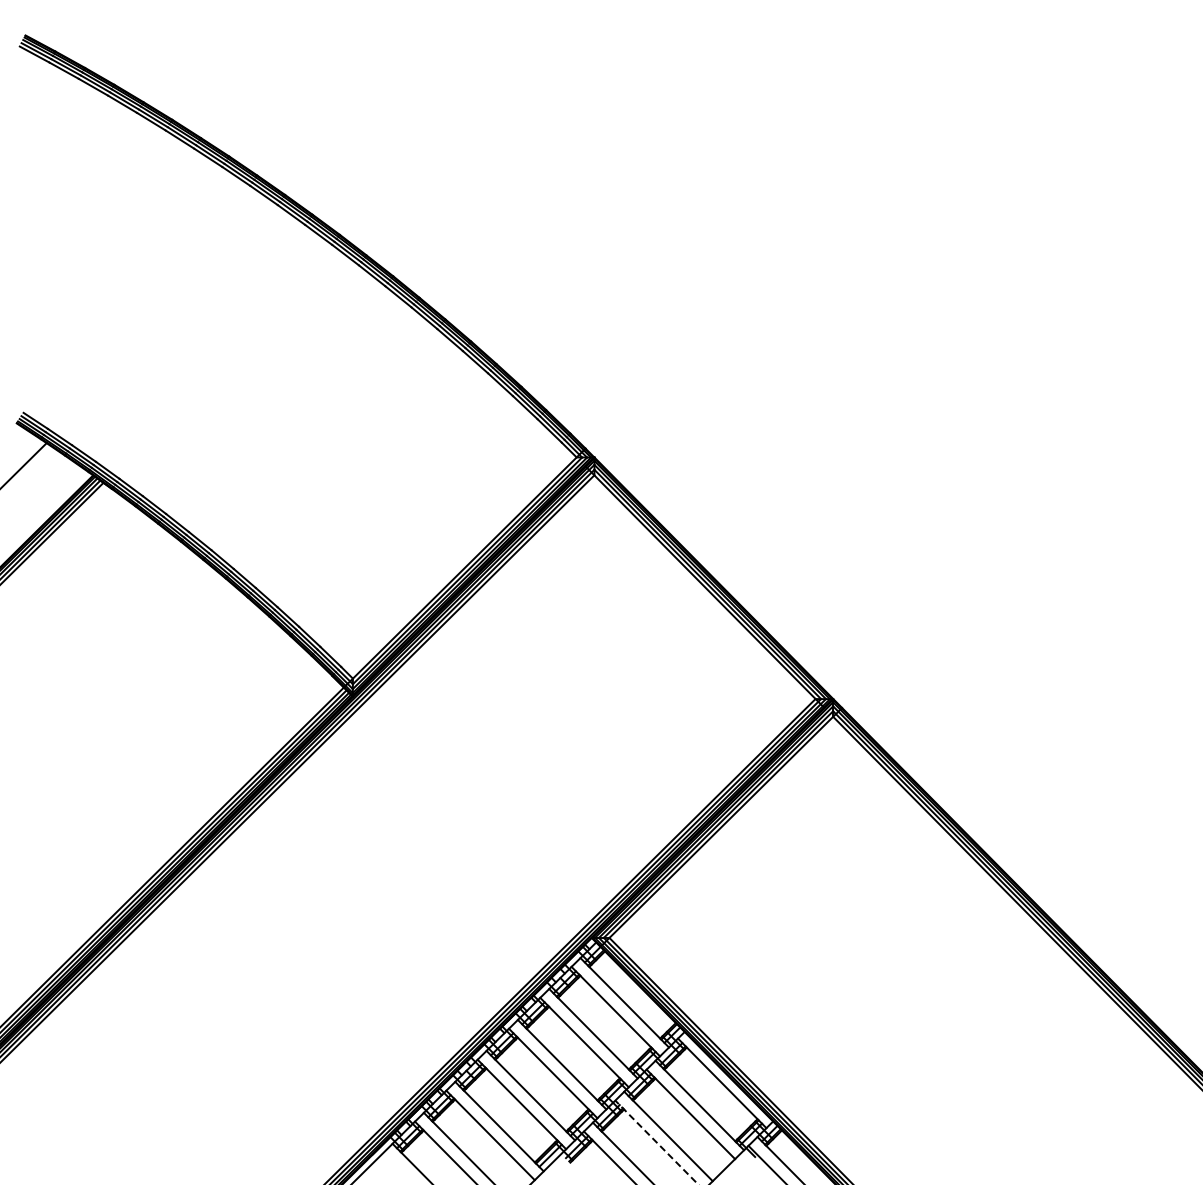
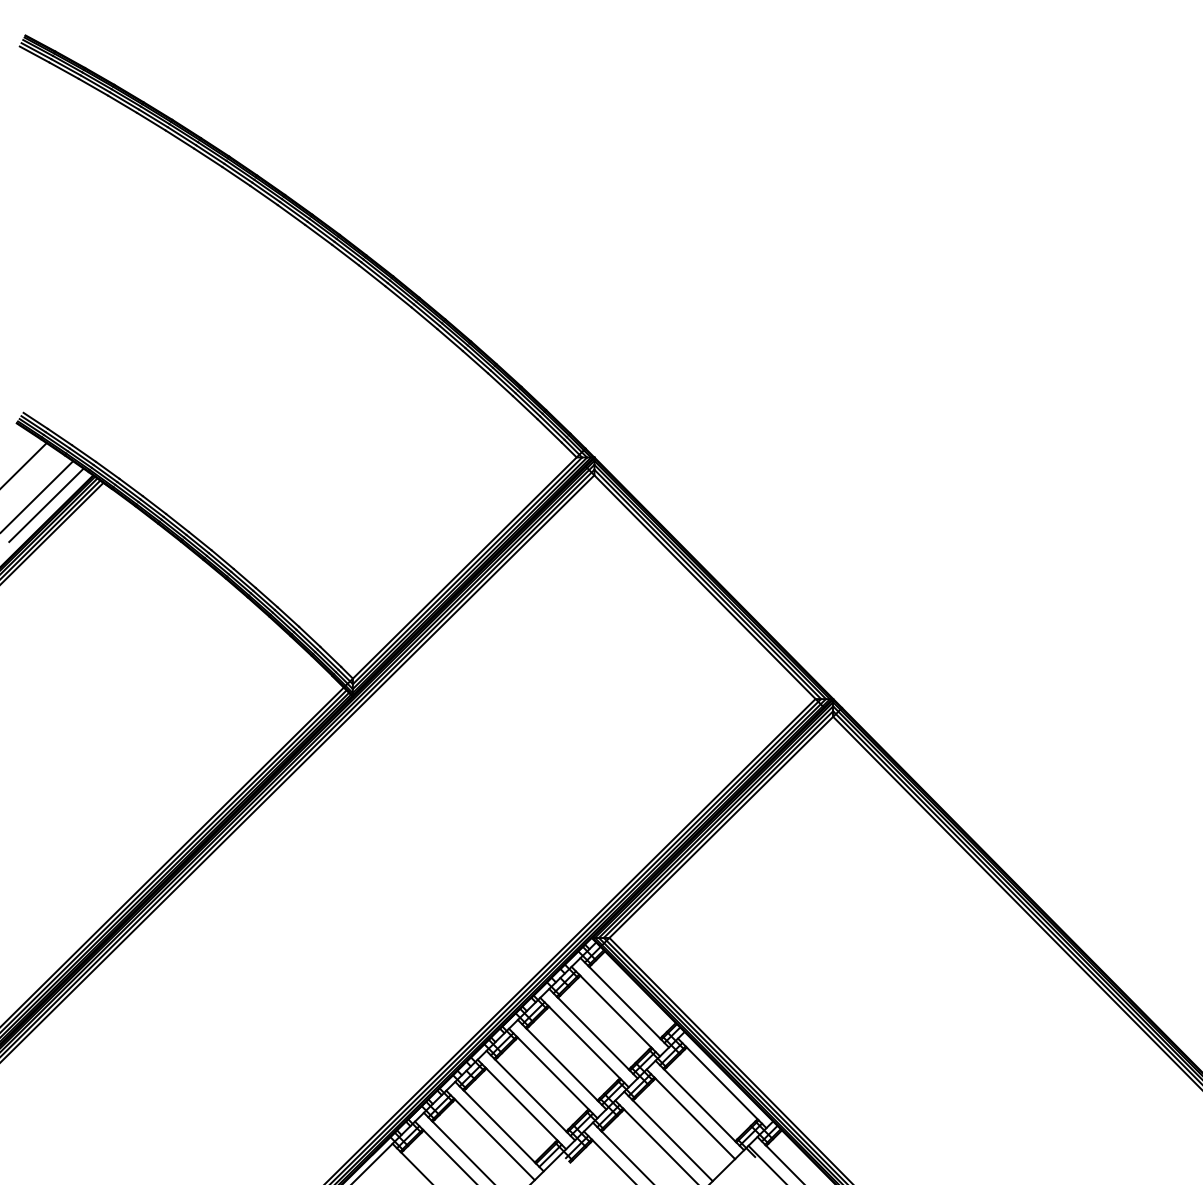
line at (37, 495): none -> present
line at (46, 505): none -> present
line at (656, 1142): dashed -> solid
